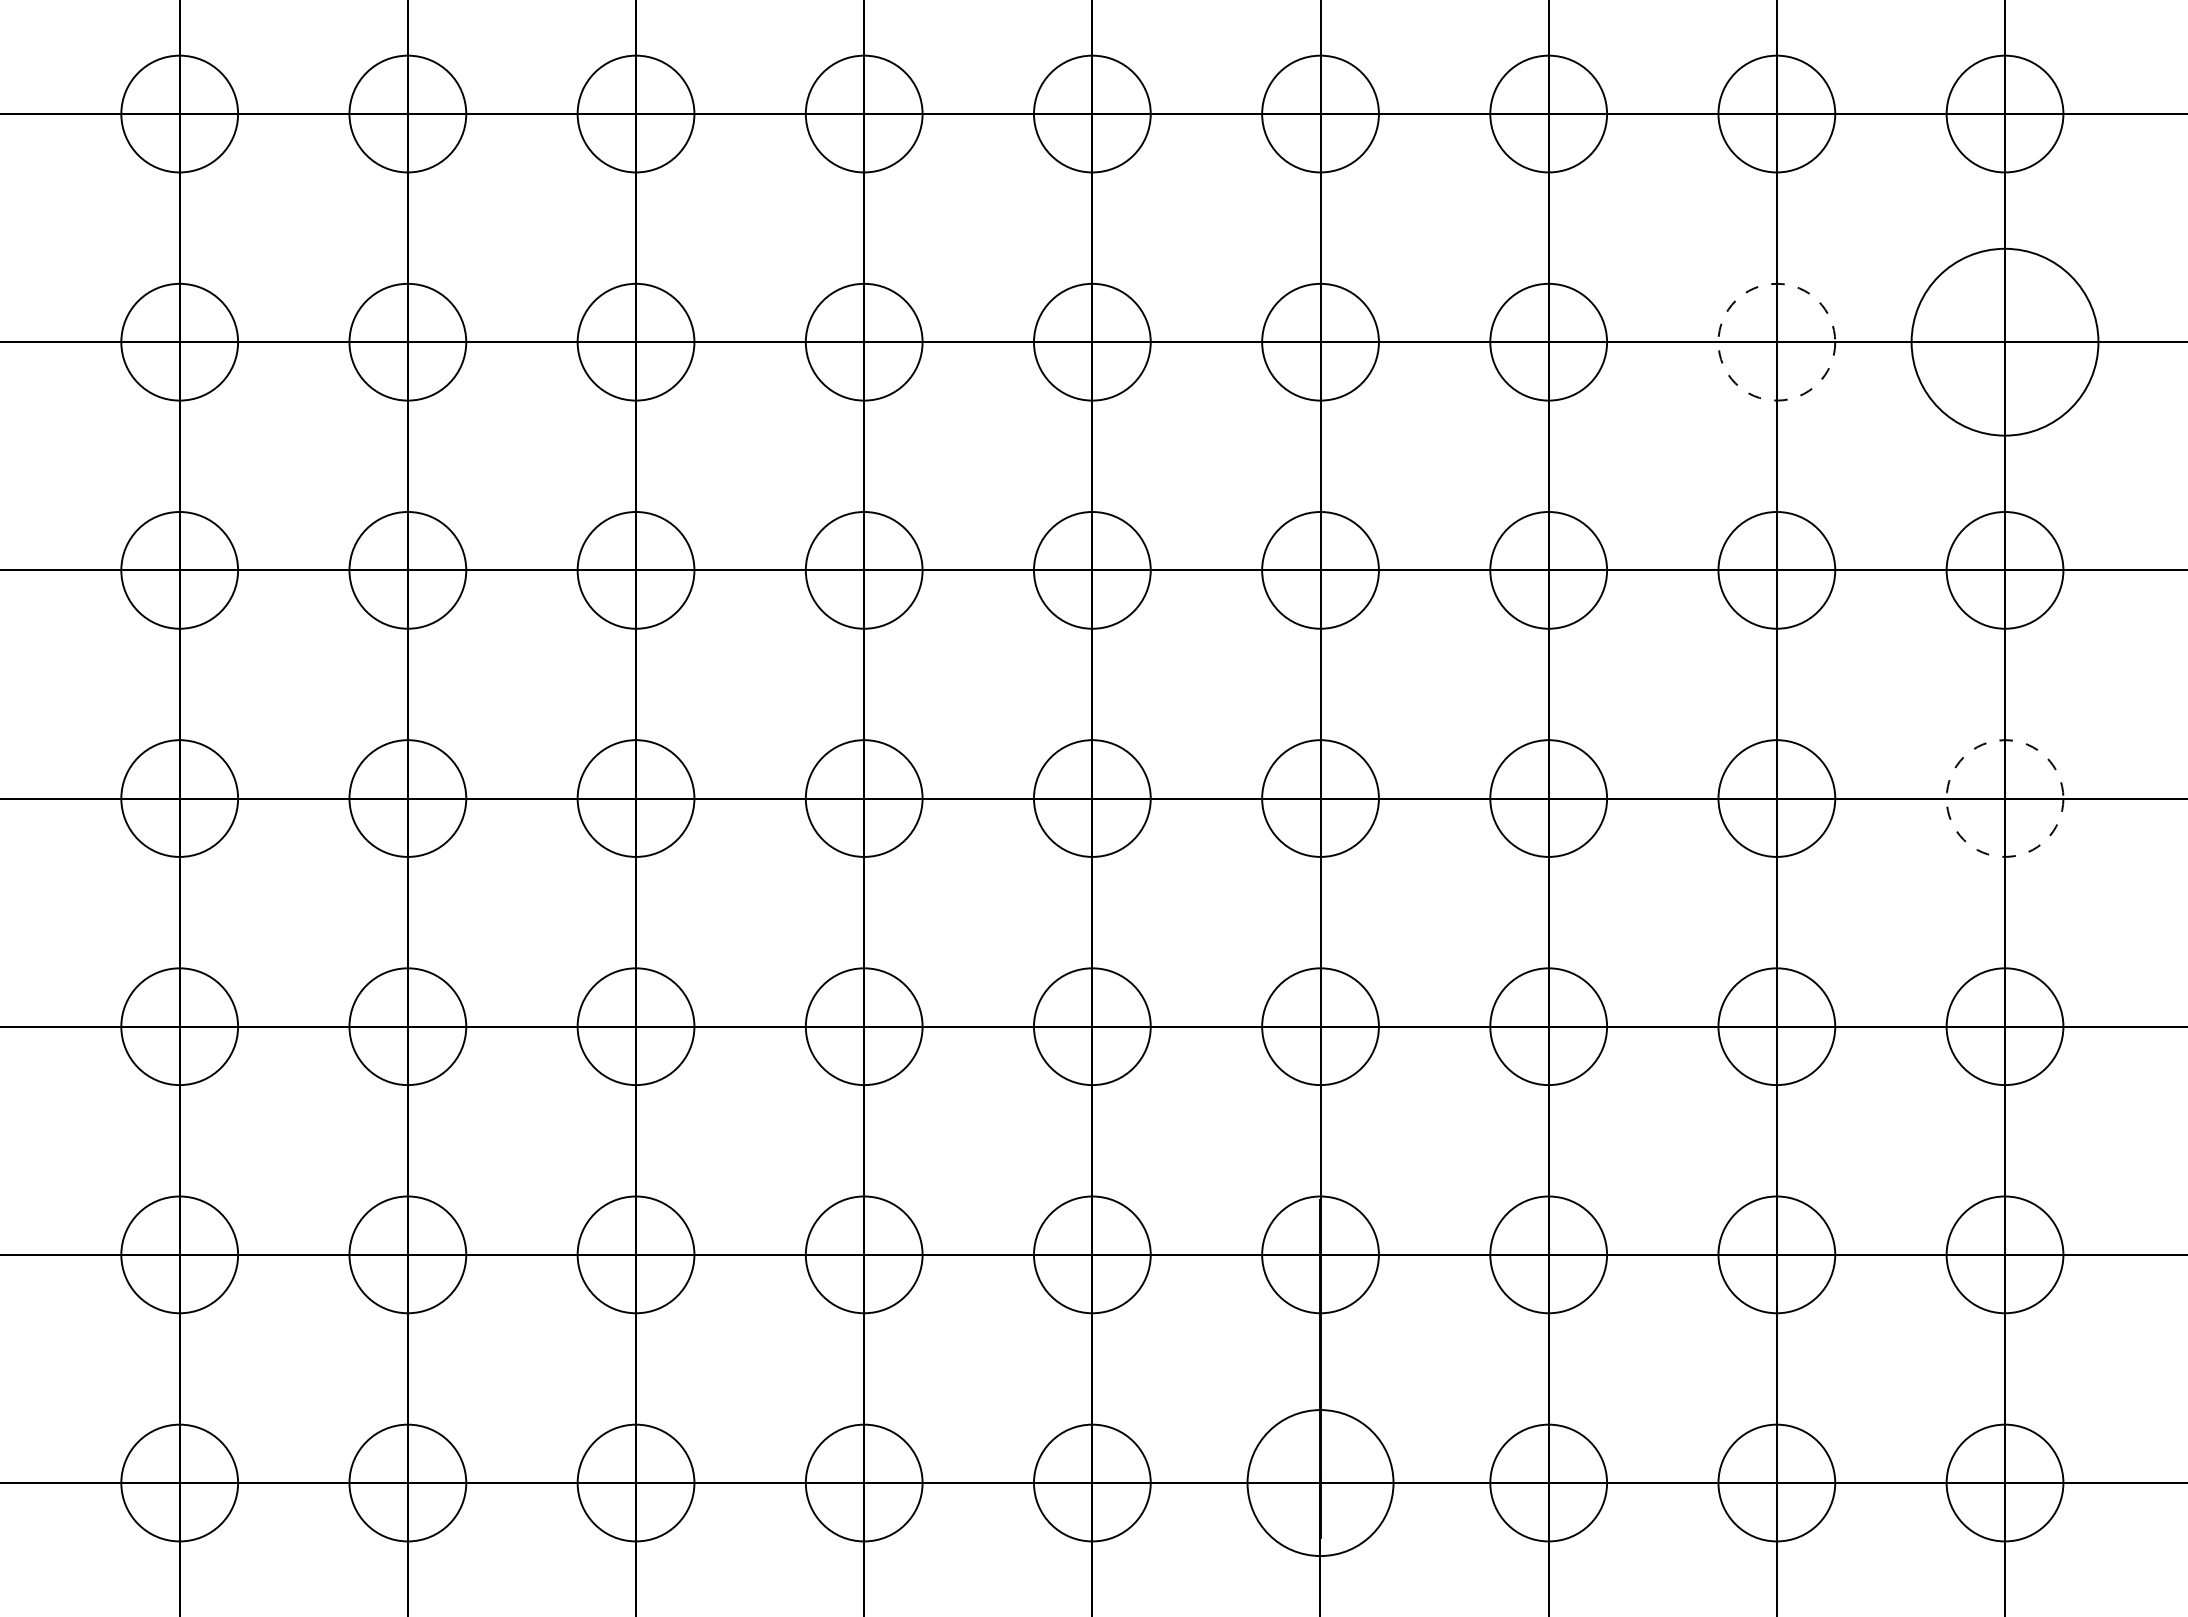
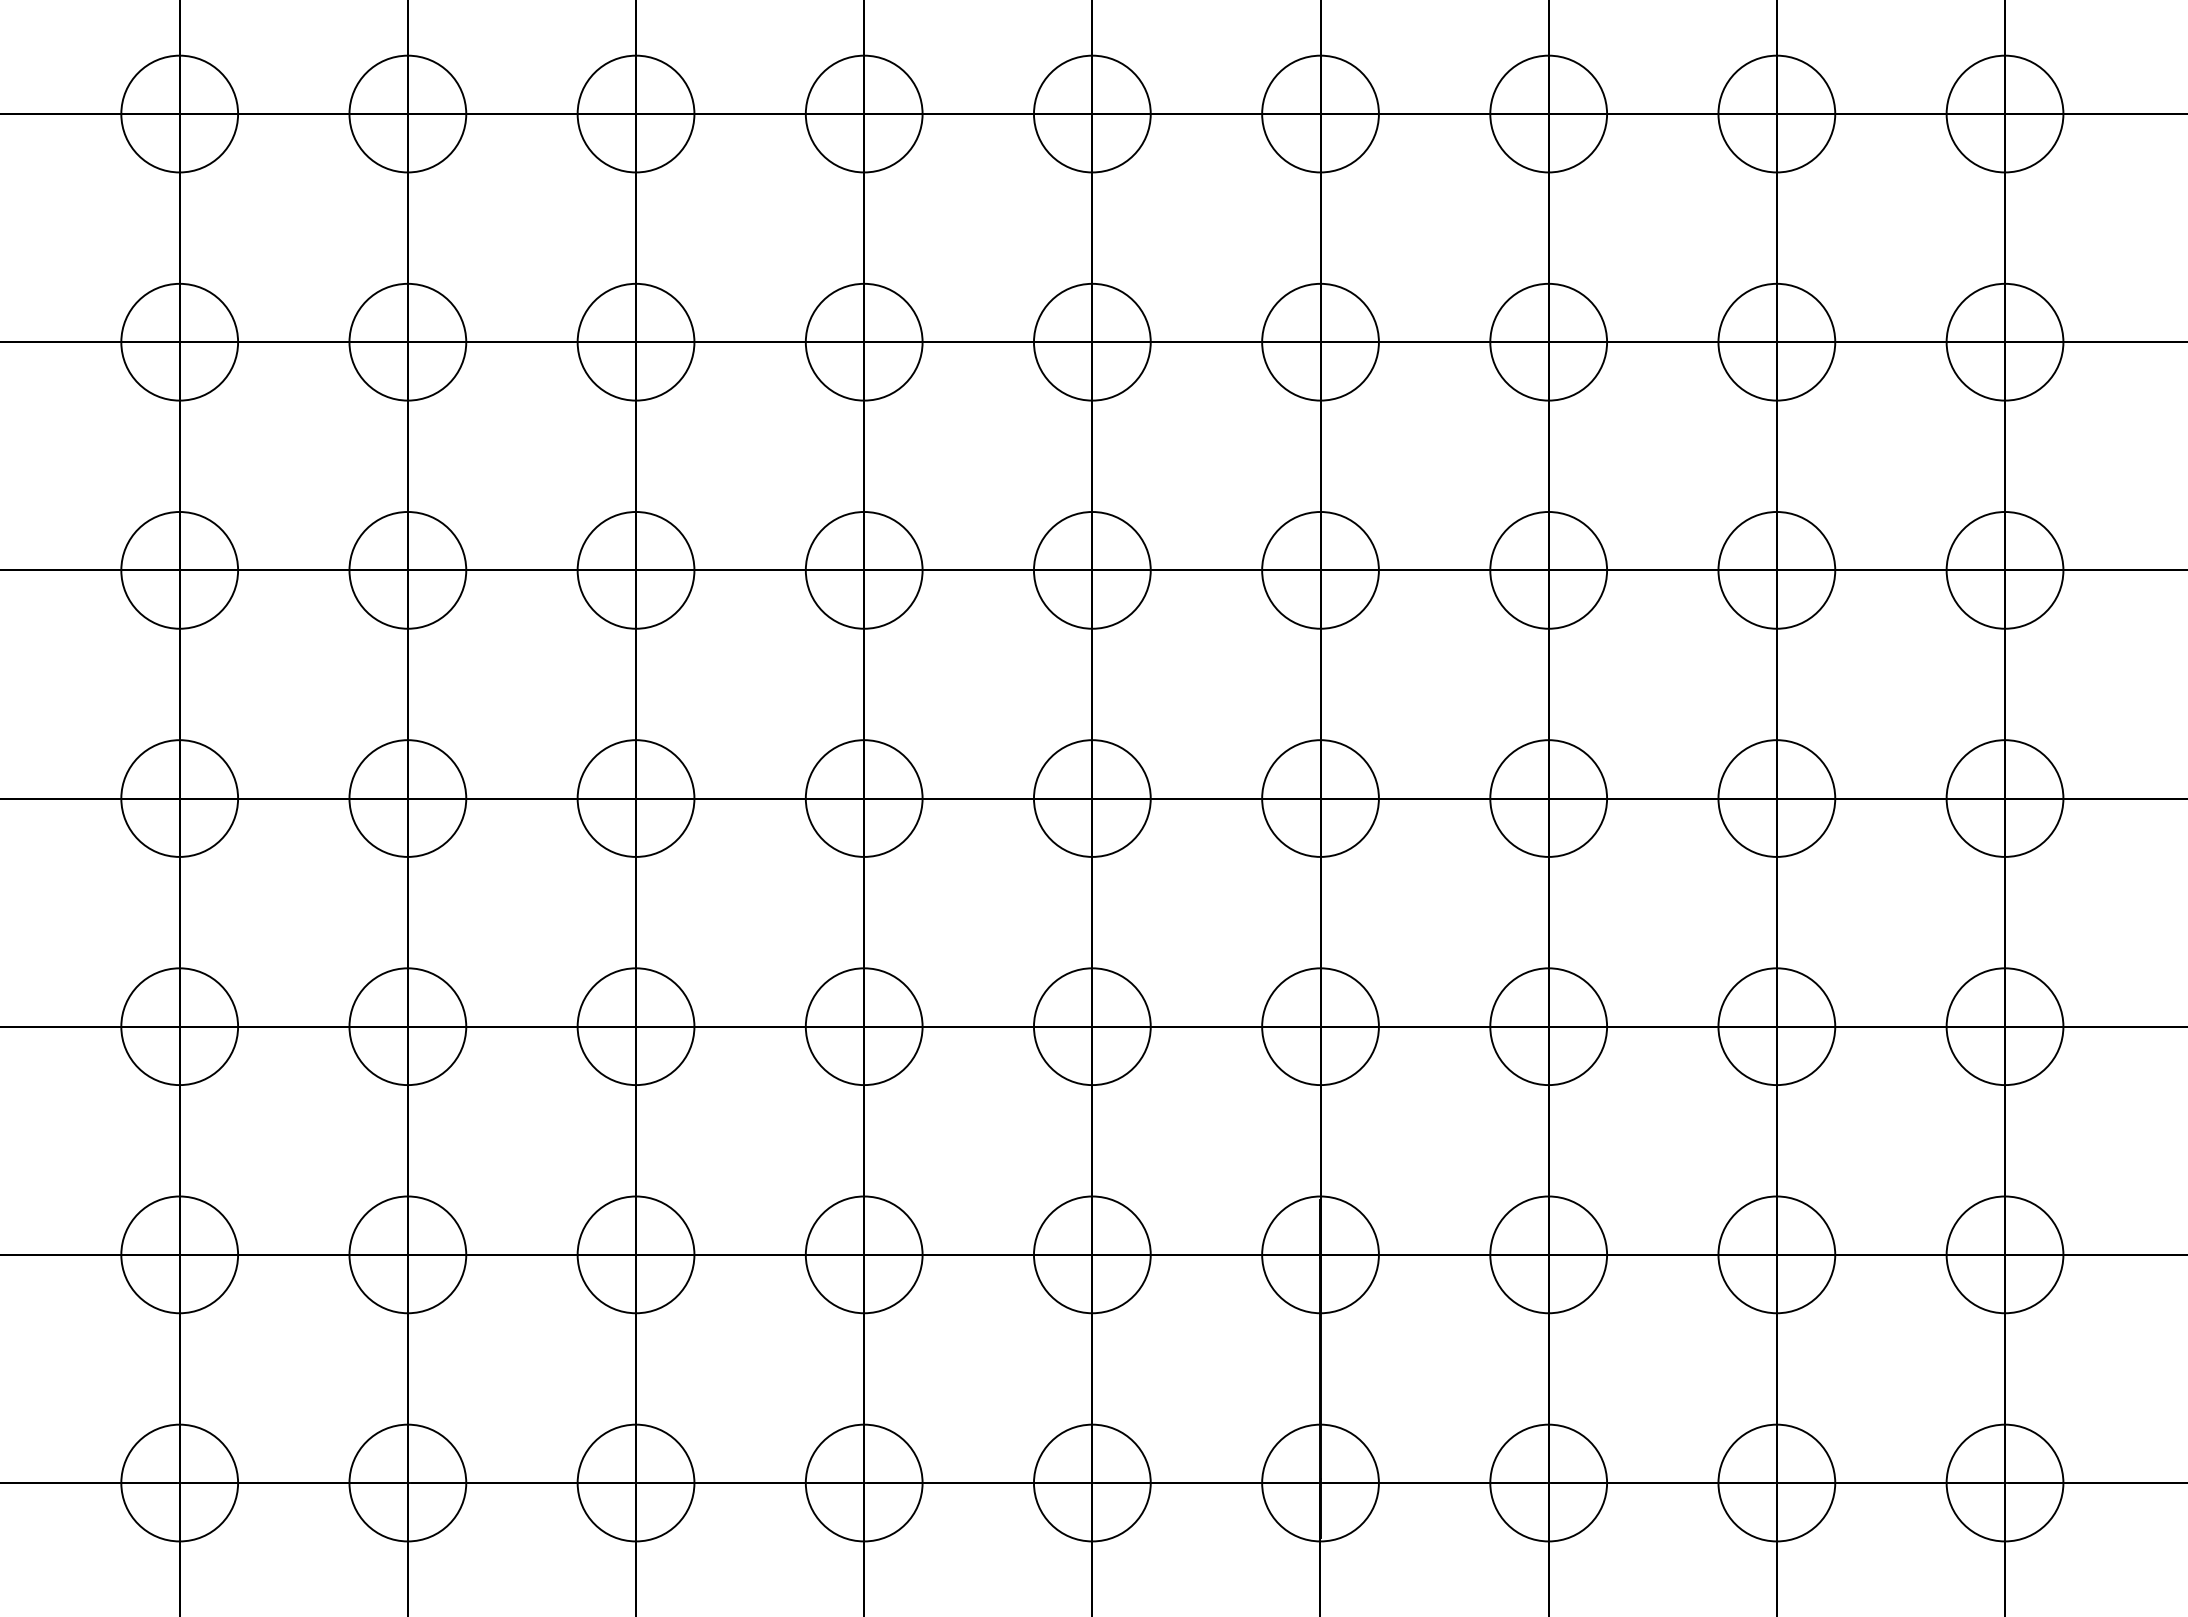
circle at (1776, 341): dashed -> solid
circle at (2004, 341) diameter: 187 px -> 117 px
circle at (2004, 798): dashed -> solid
circle at (1320, 1483) diameter: 146 px -> 117 px
